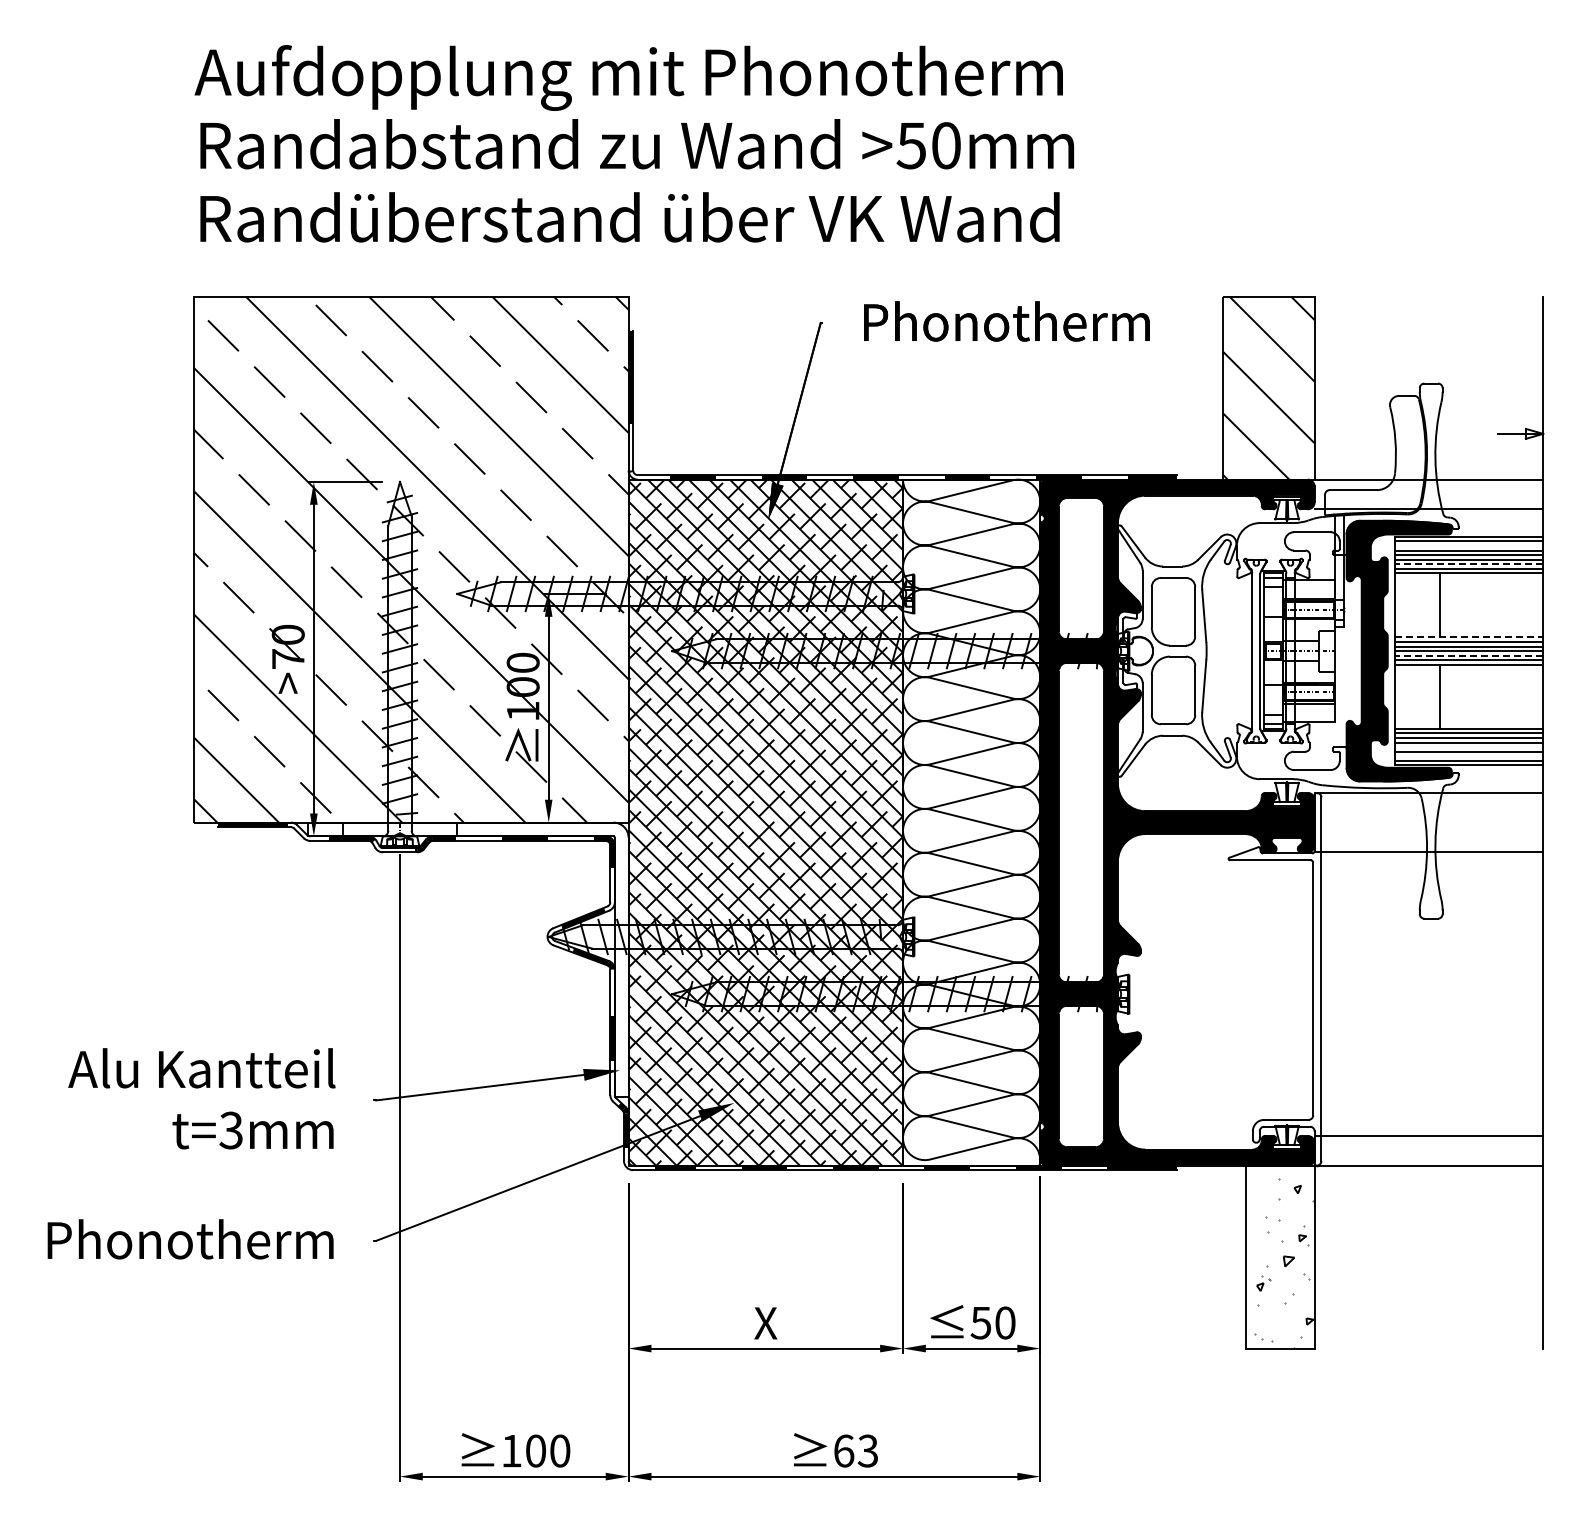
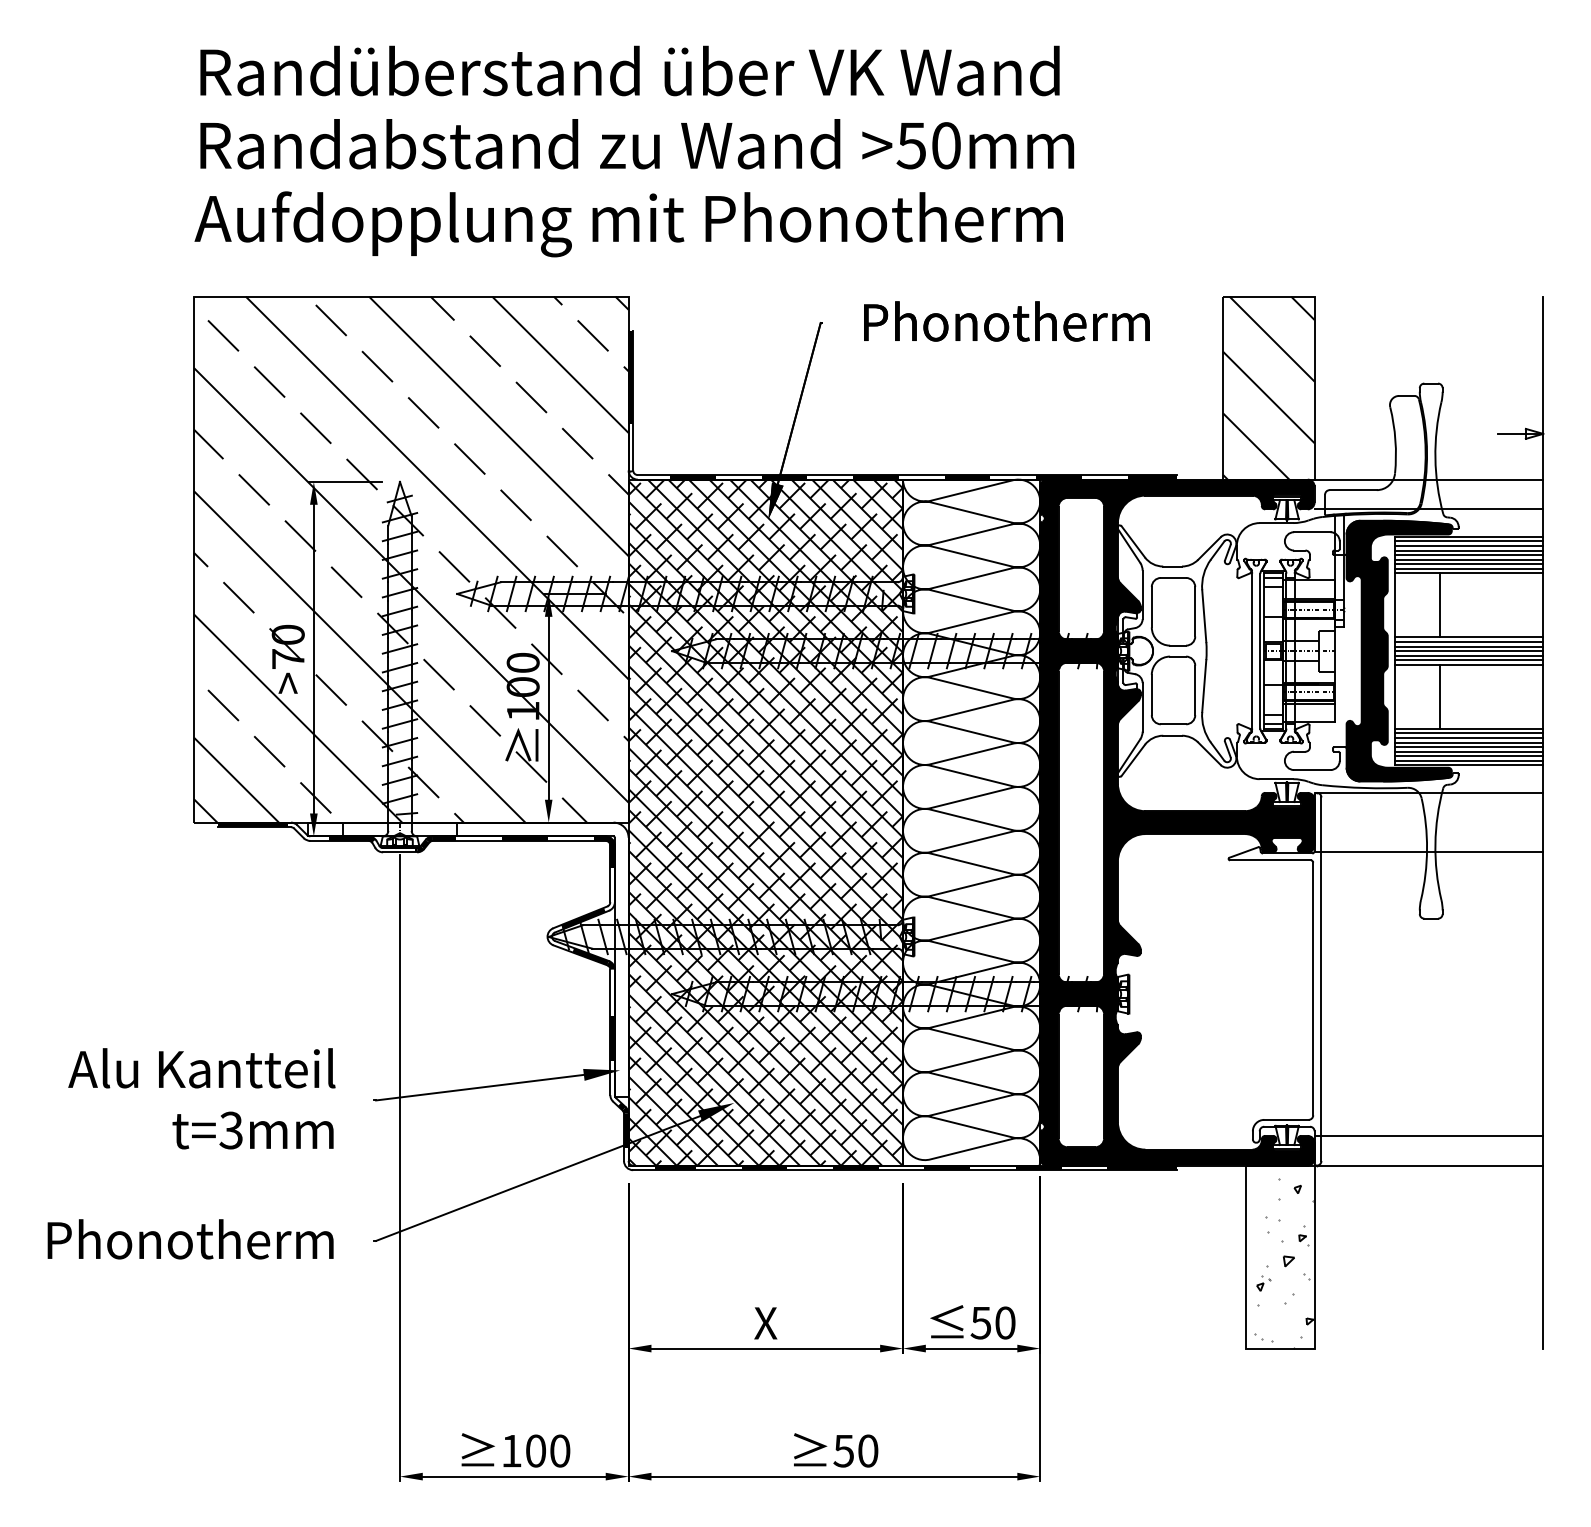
text at (628, 77): Aufdopplung mit Phonotherm -> Randüberstand über VK Wand
text at (628, 224): Randüberstand über VK Wand -> Aufdopplung mit Phonotherm
line at (1468, 545): none -> present
line at (1468, 564): dashed -> solid
line at (1469, 637): dashed -> solid
line at (1468, 655): dashed -> solid
line at (1468, 747): none -> present
line at (1468, 756): none -> present
text at (855, 1450): 63 -> 50
